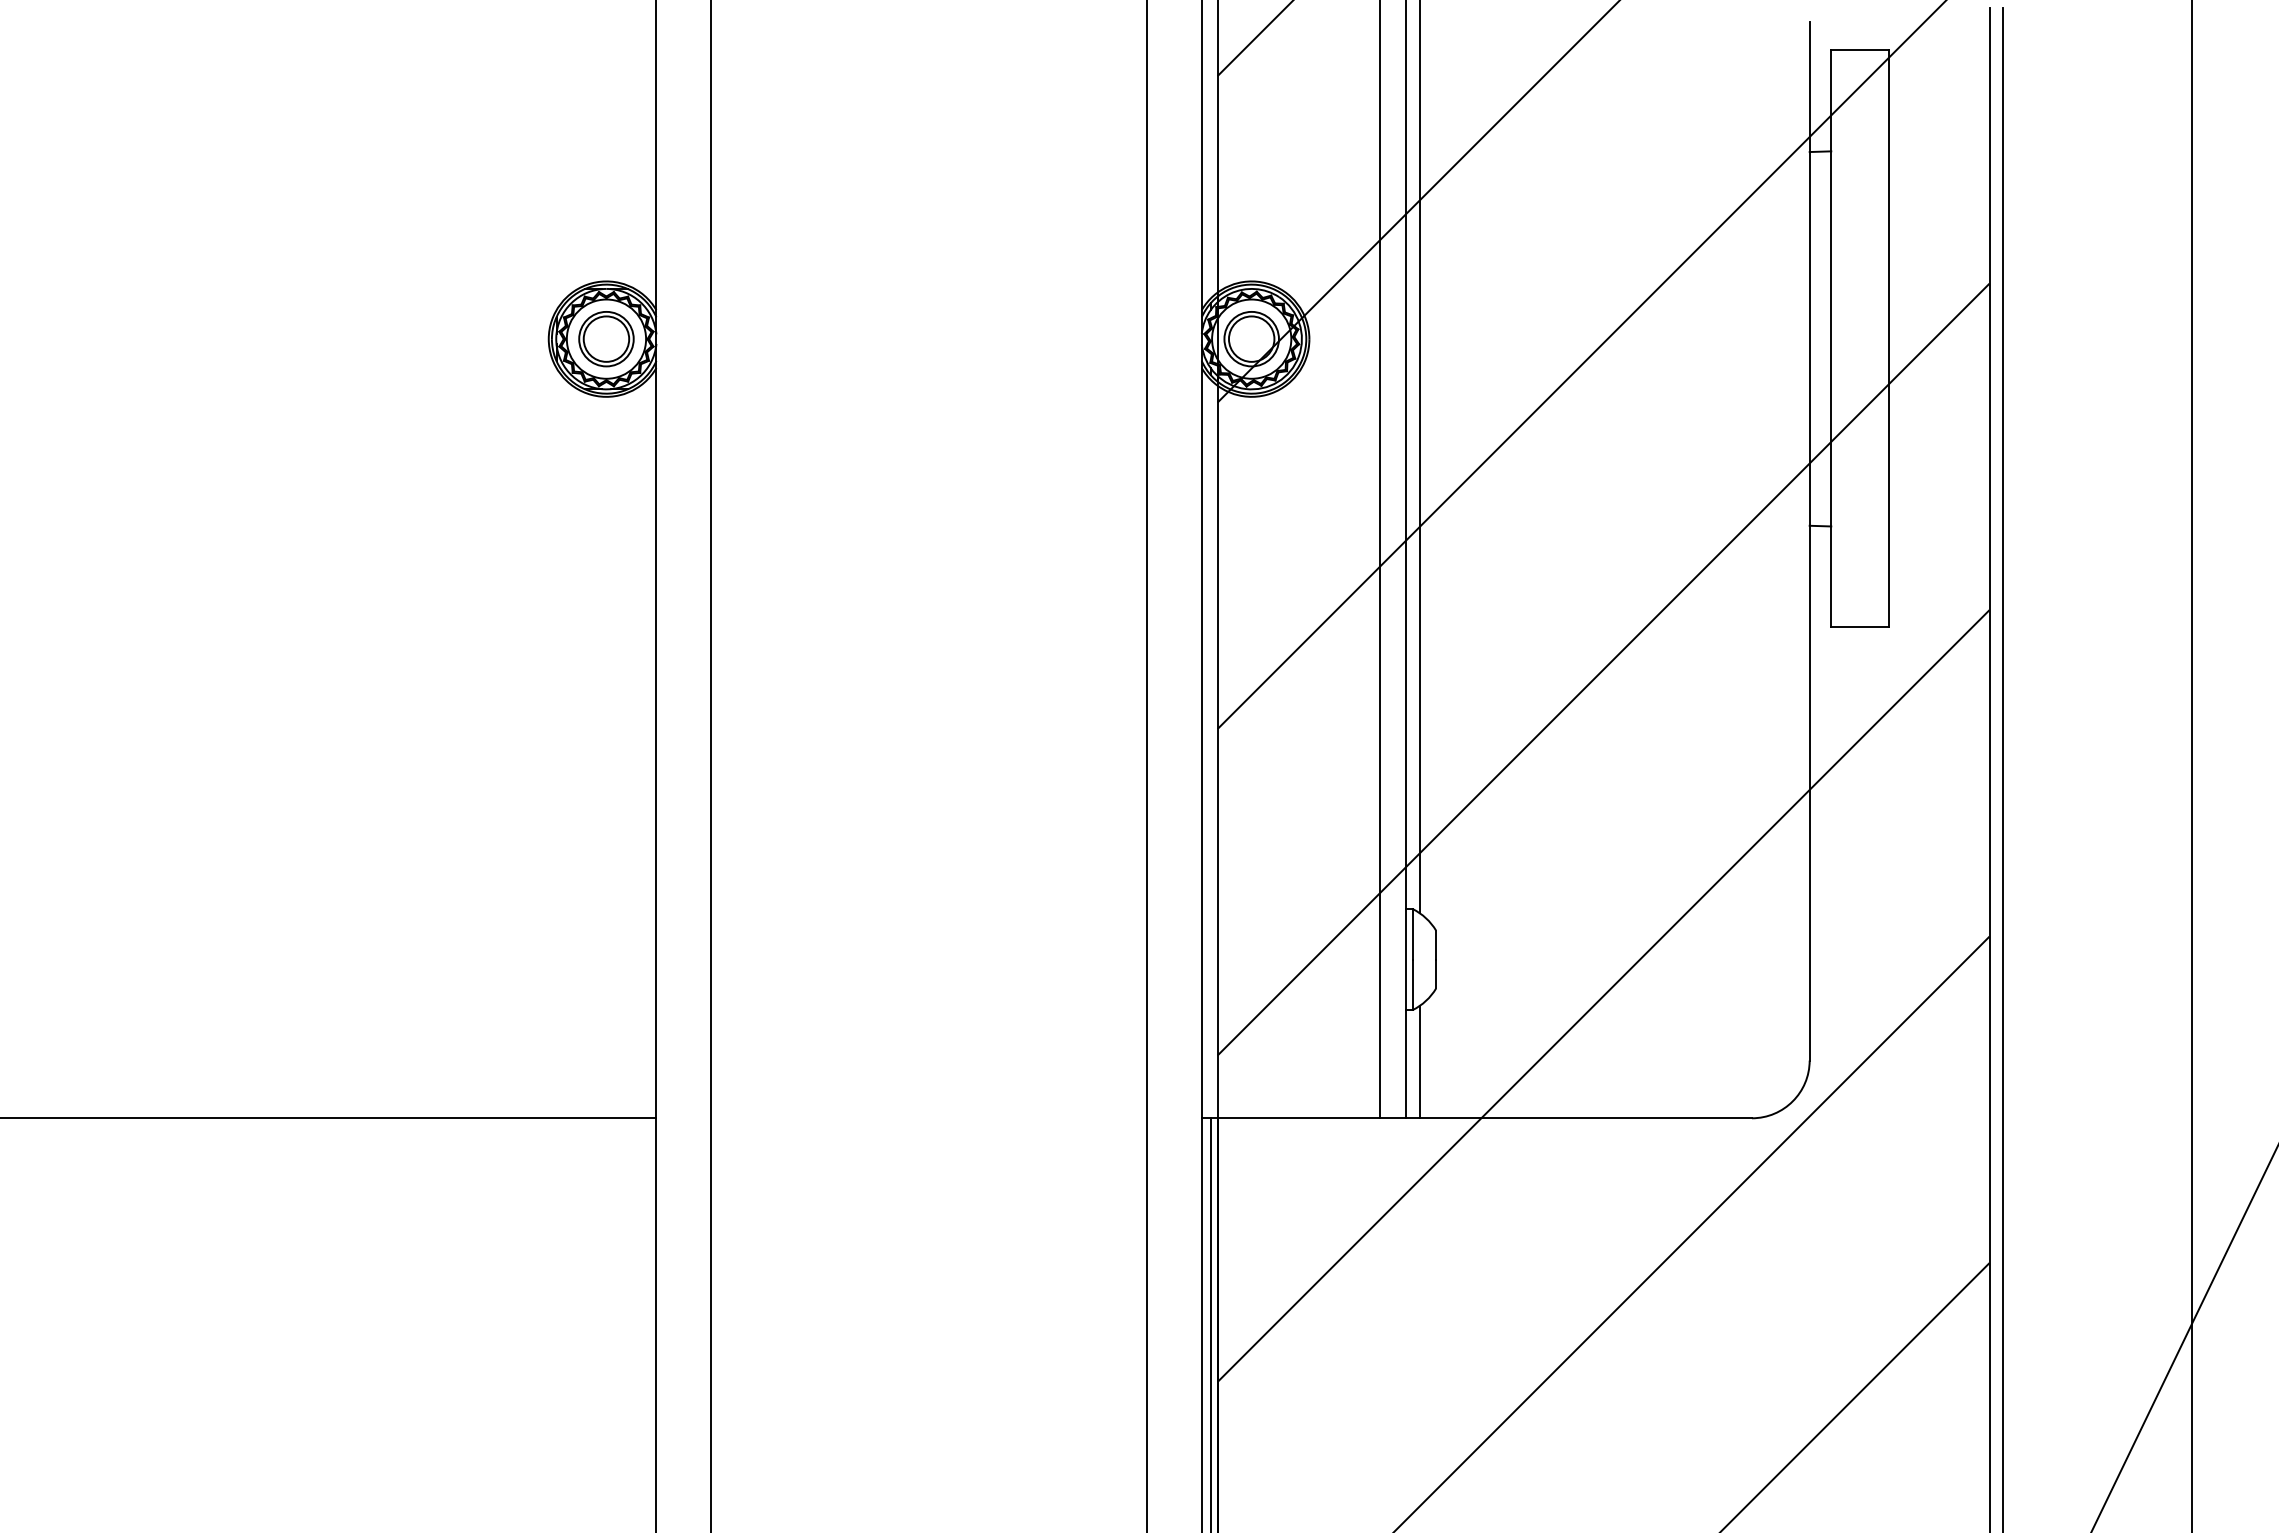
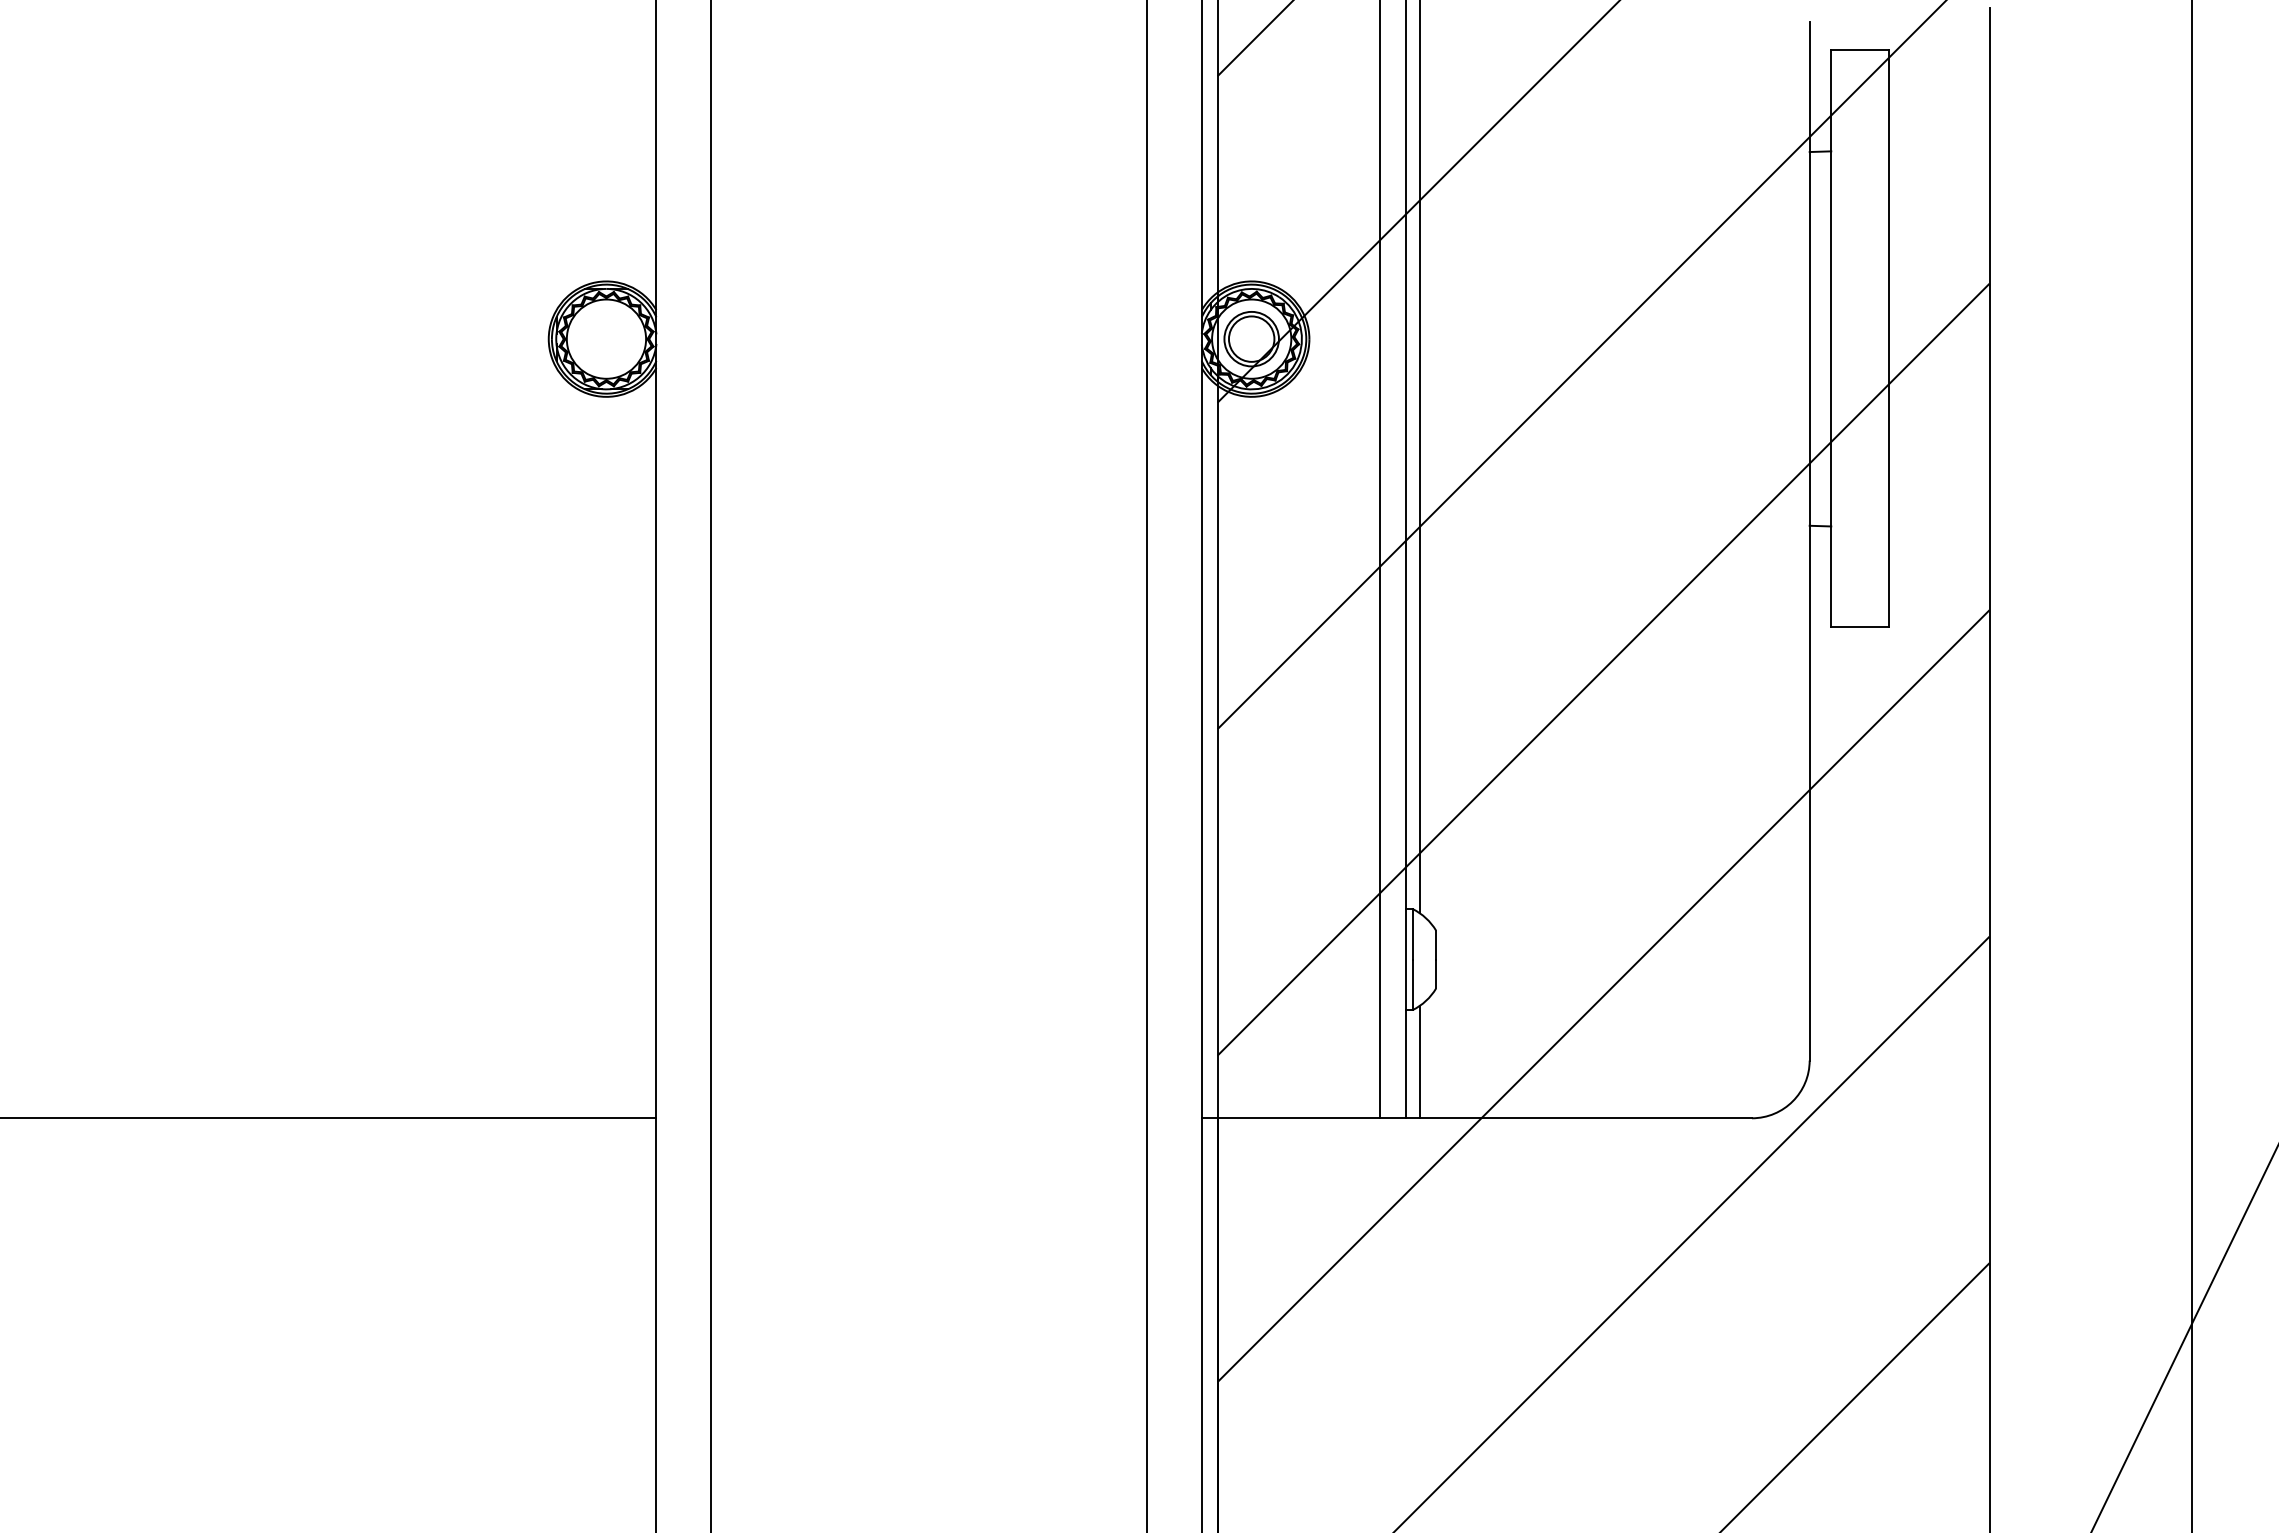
part at (606, 339): present -> none
line at (2003, 768): present -> none
line at (1210, 1323): present -> none
